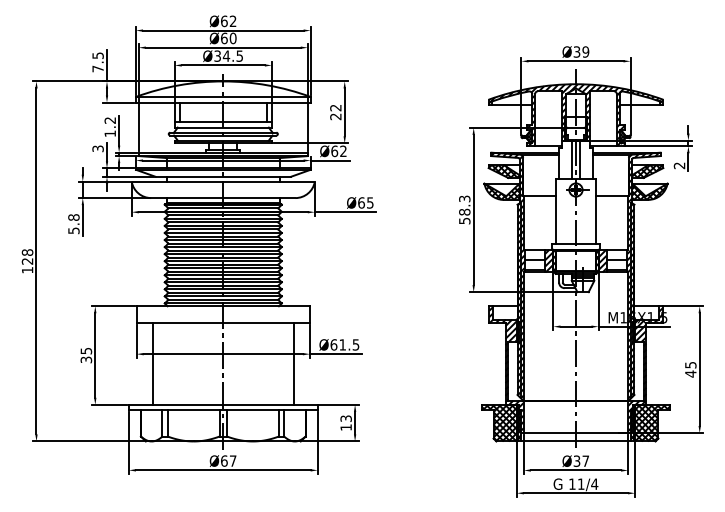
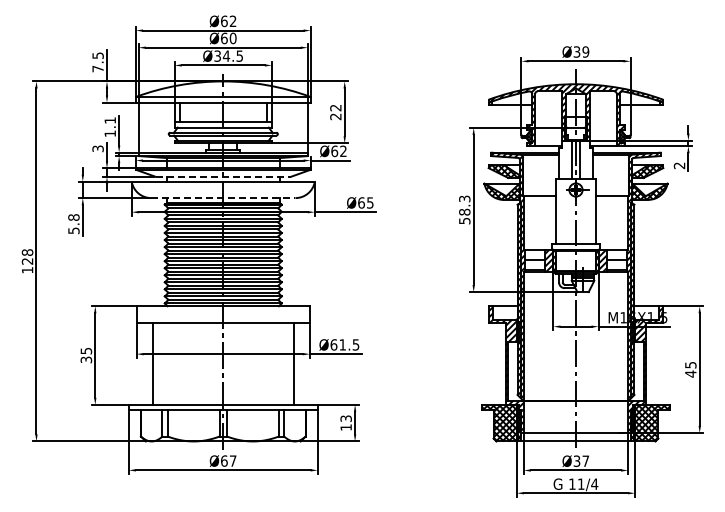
text at (109, 120): 1.2 -> 1.1
line at (223, 176): solid -> dashed
line at (223, 198): solid -> dashed
